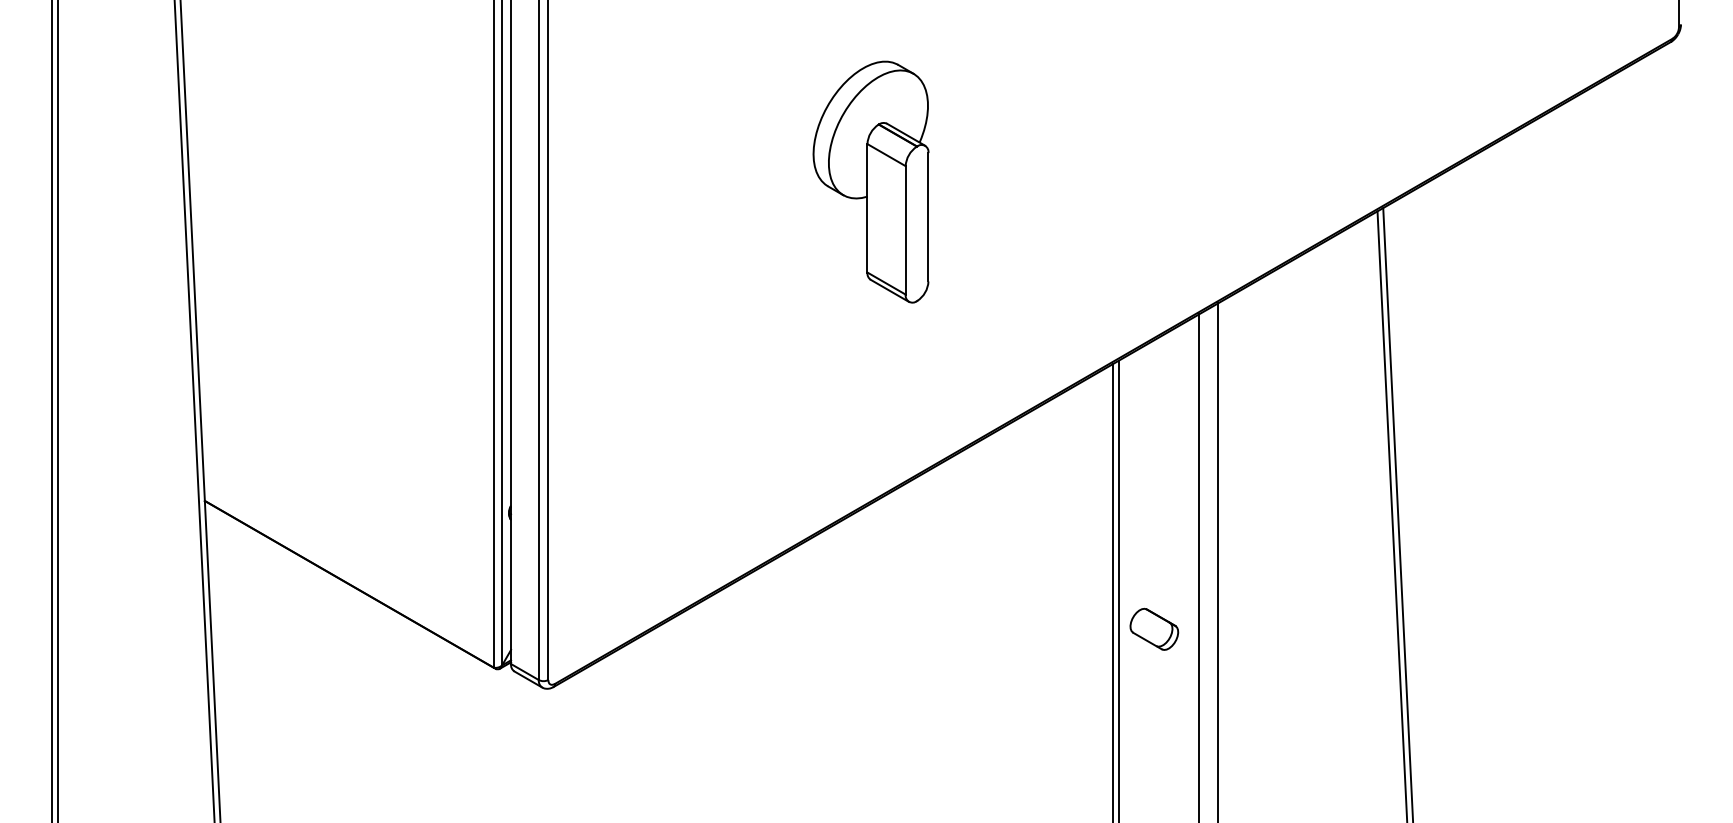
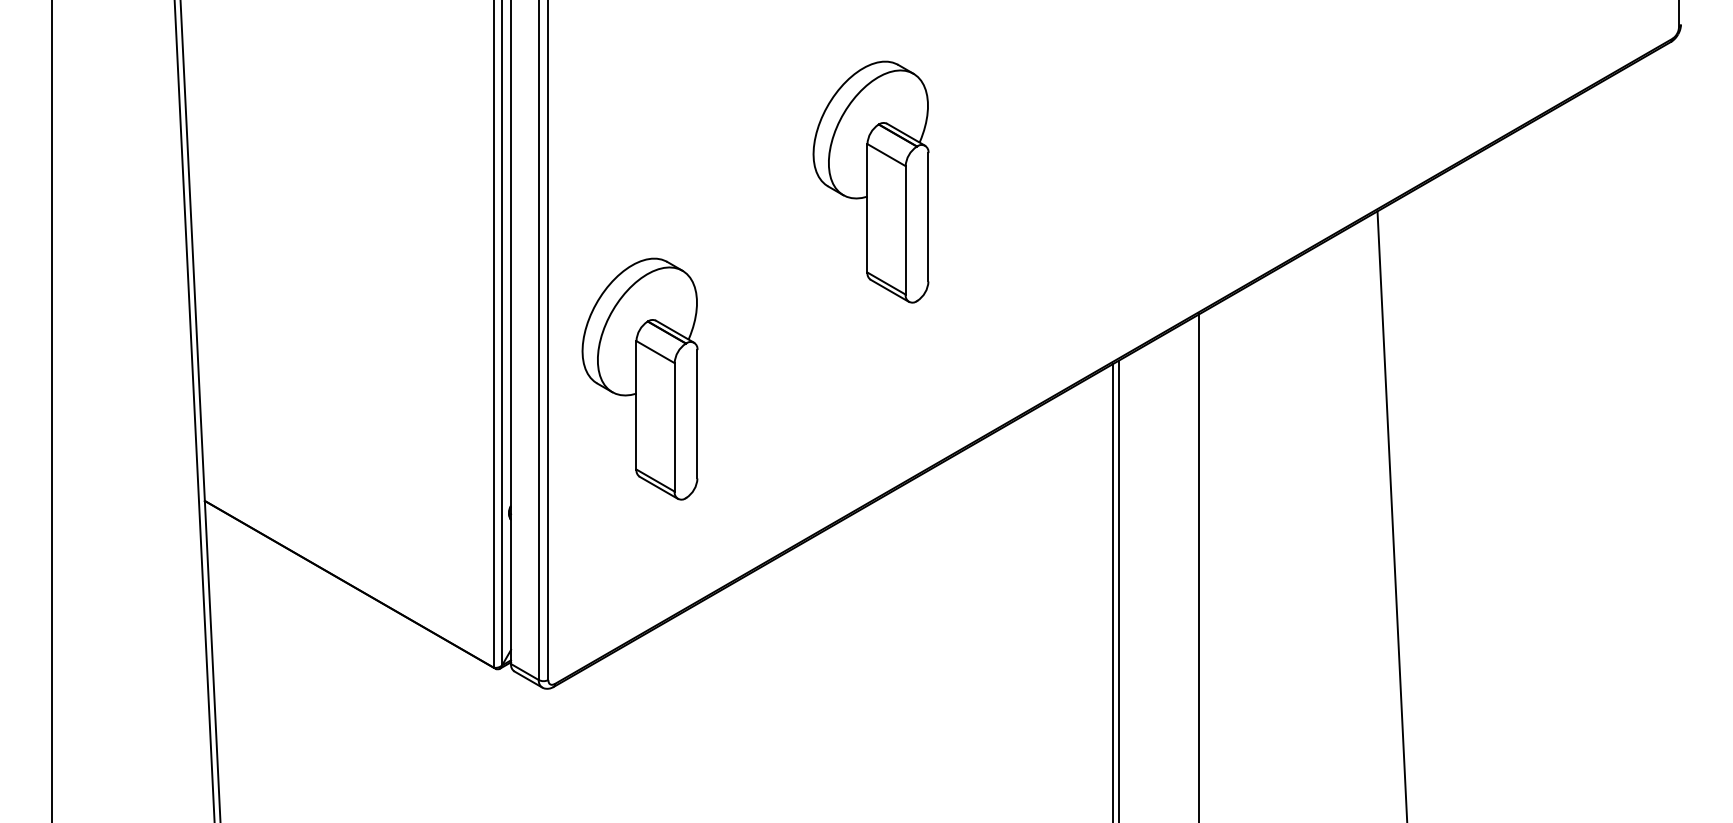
part at (639, 378): none -> present
line at (58, 410): present -> none
line at (1397, 513): present -> none
line at (1218, 561): present -> none
part at (1154, 628): present -> none
